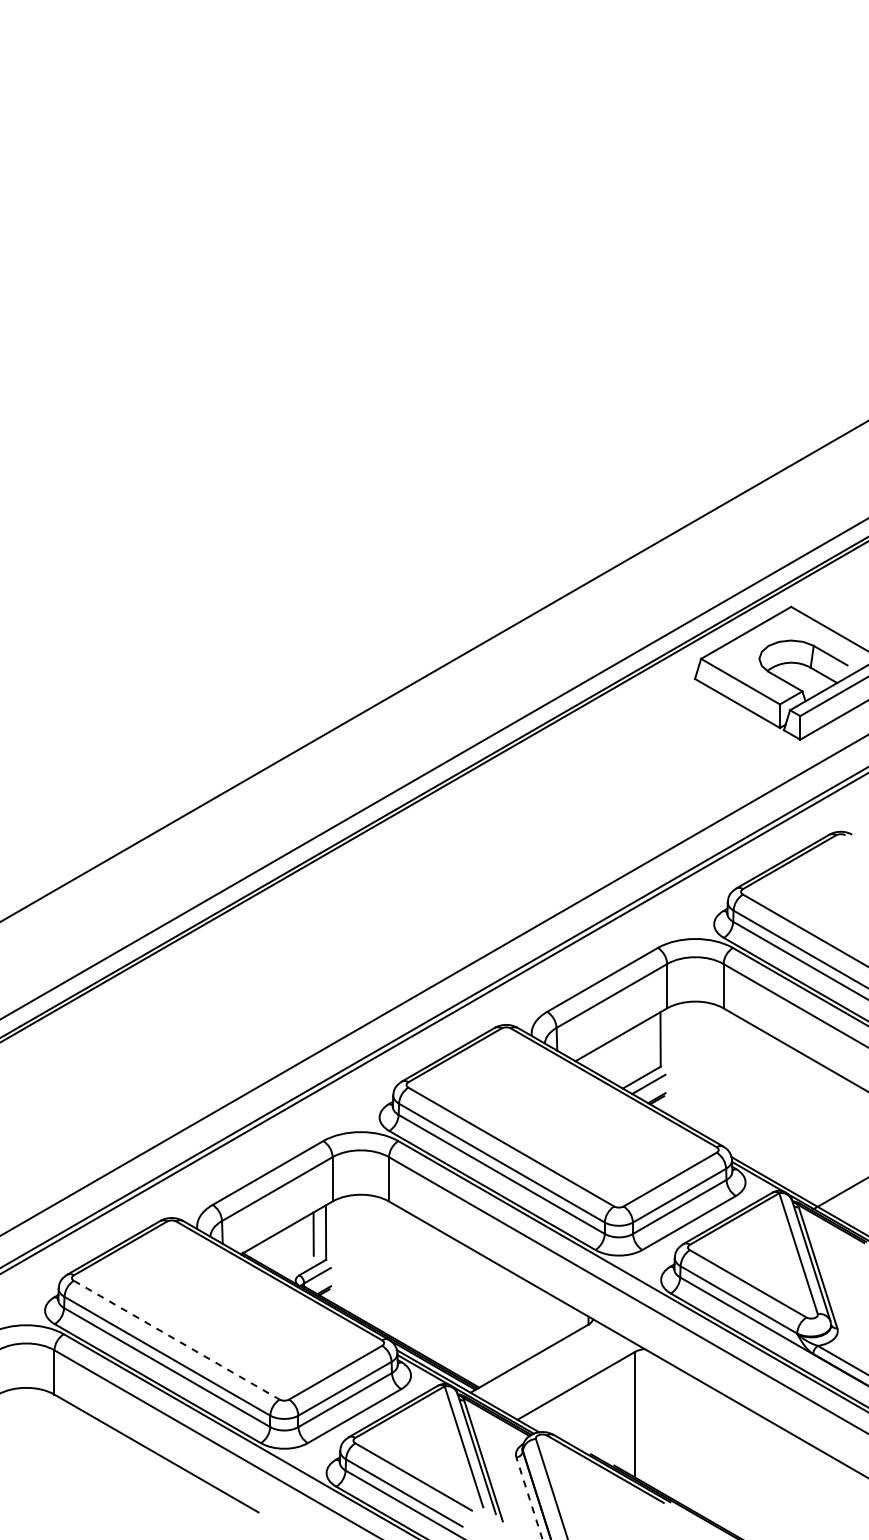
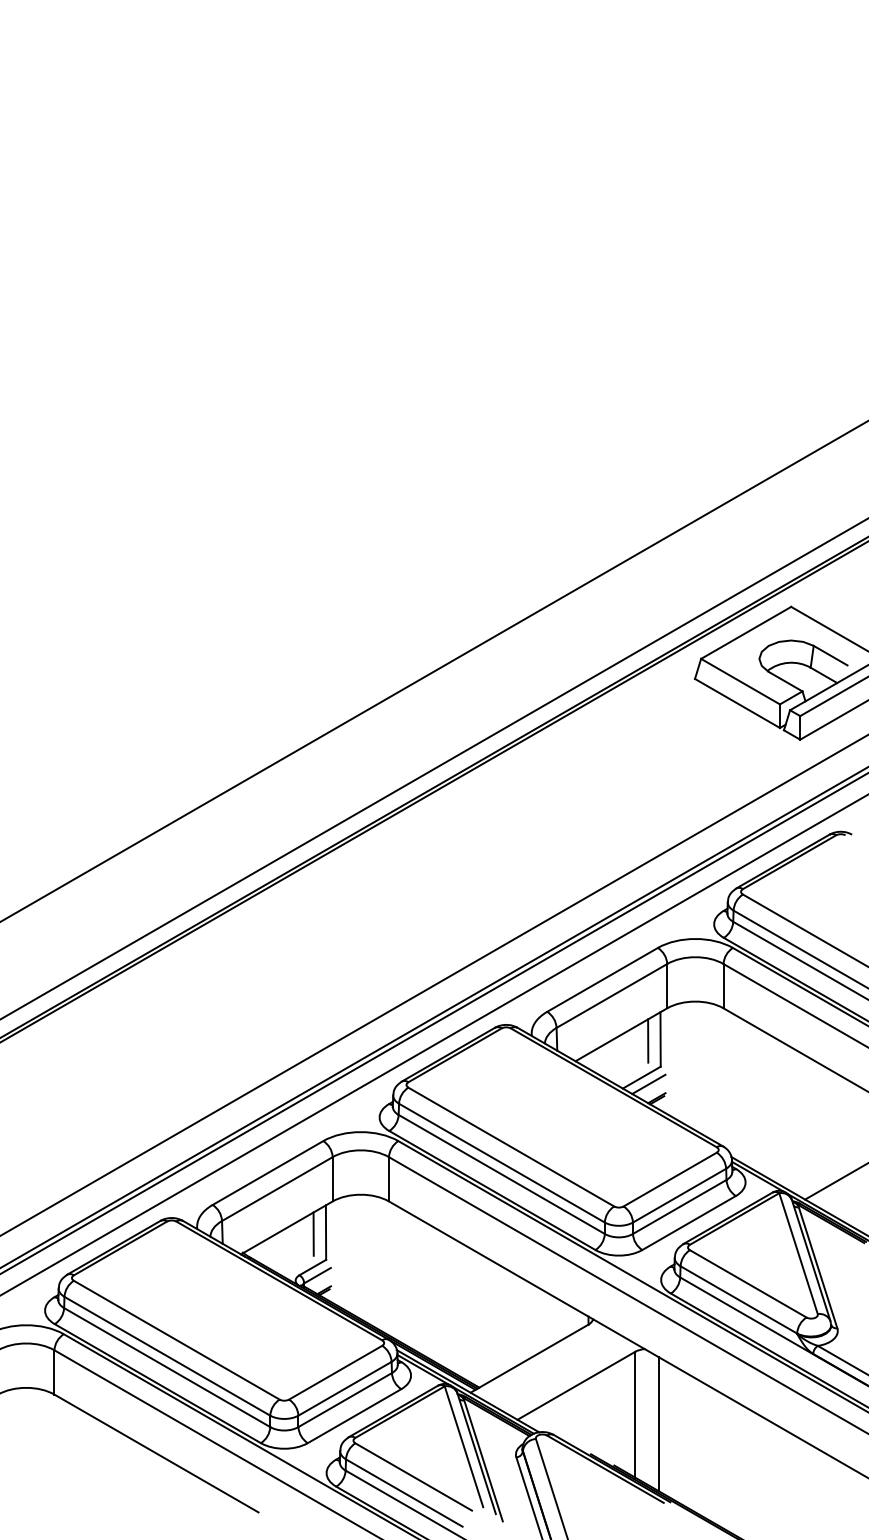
line at (648, 1040): none -> present
line at (433, 1045): none -> present
line at (838, 1194) position: (838, 1194) -> (835, 1181)
line at (176, 1340): dashed -> solid
line at (658, 1424): none -> present
line at (529, 1498): dashed -> solid
